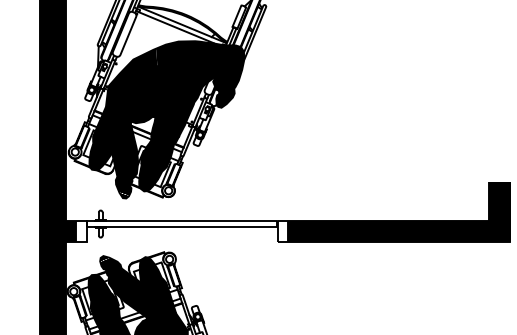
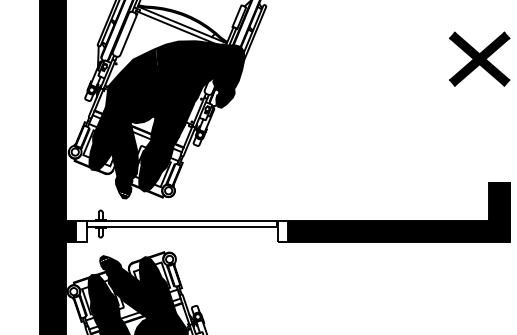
part at (479, 58): none -> present
